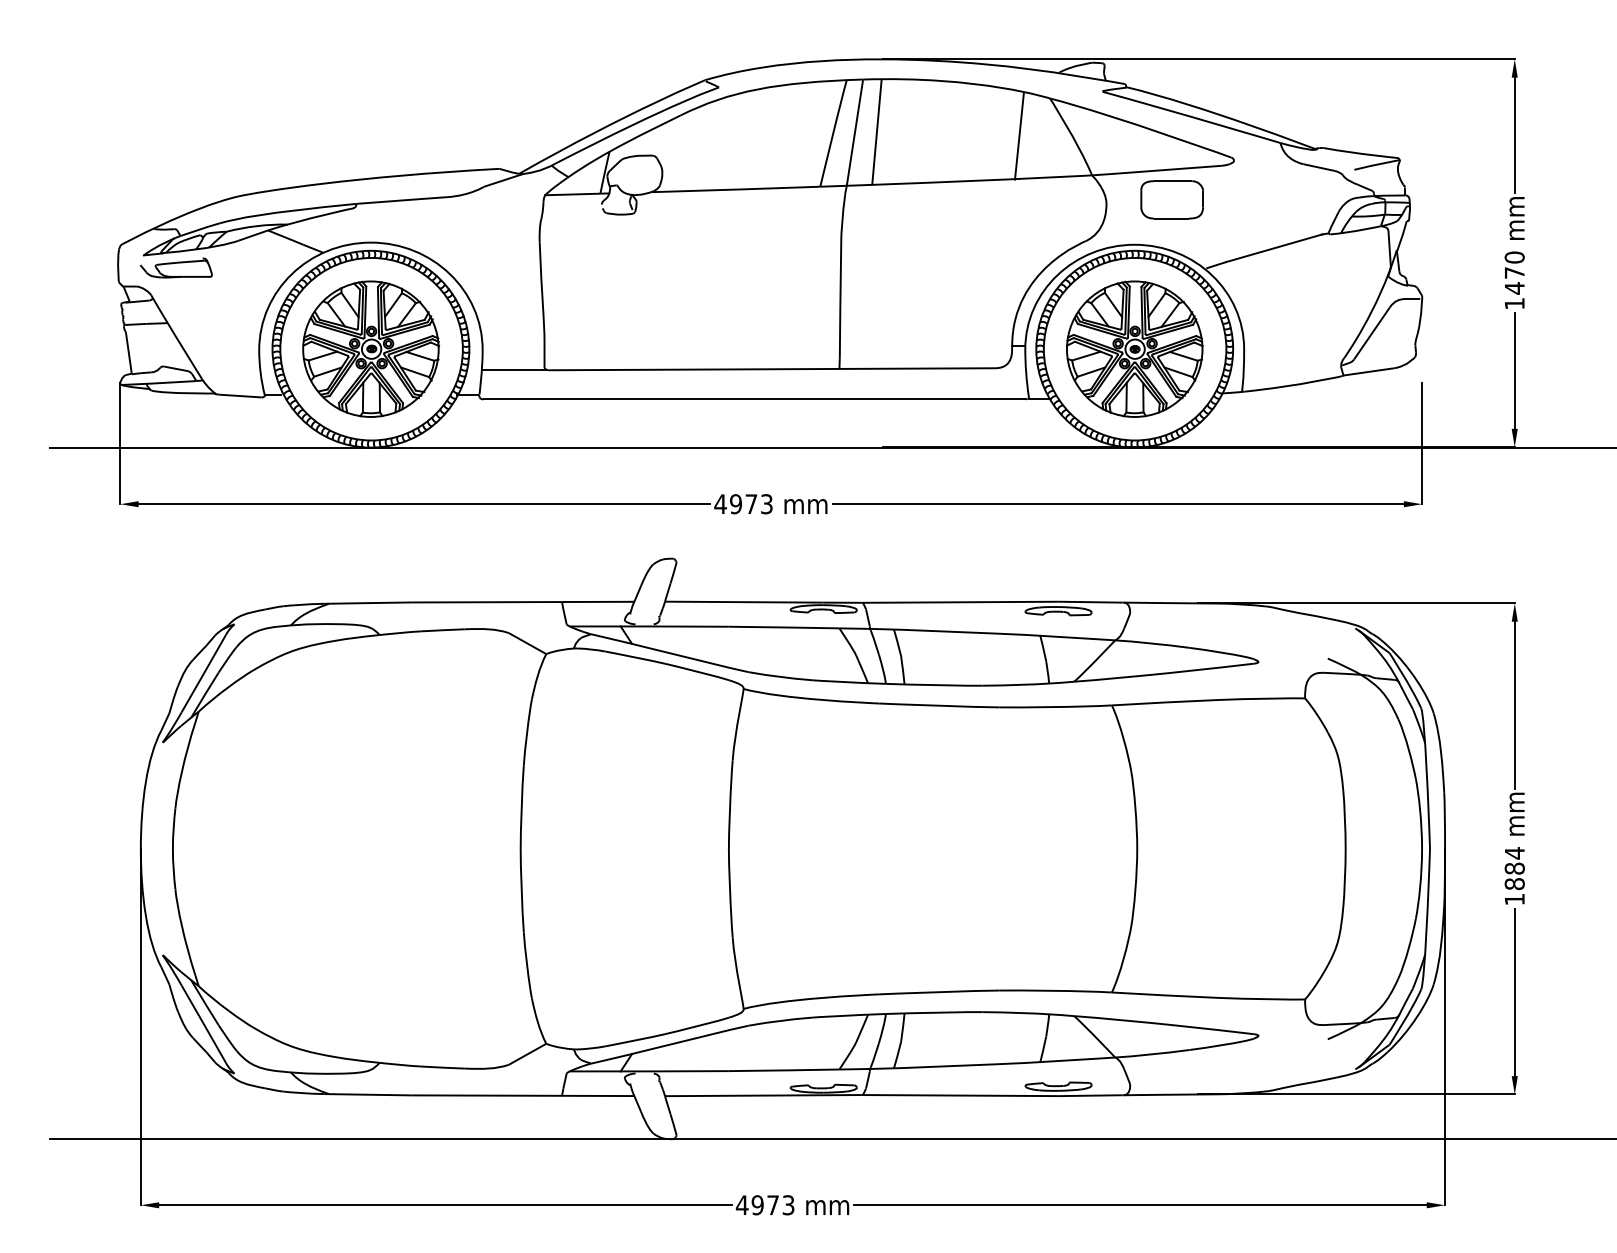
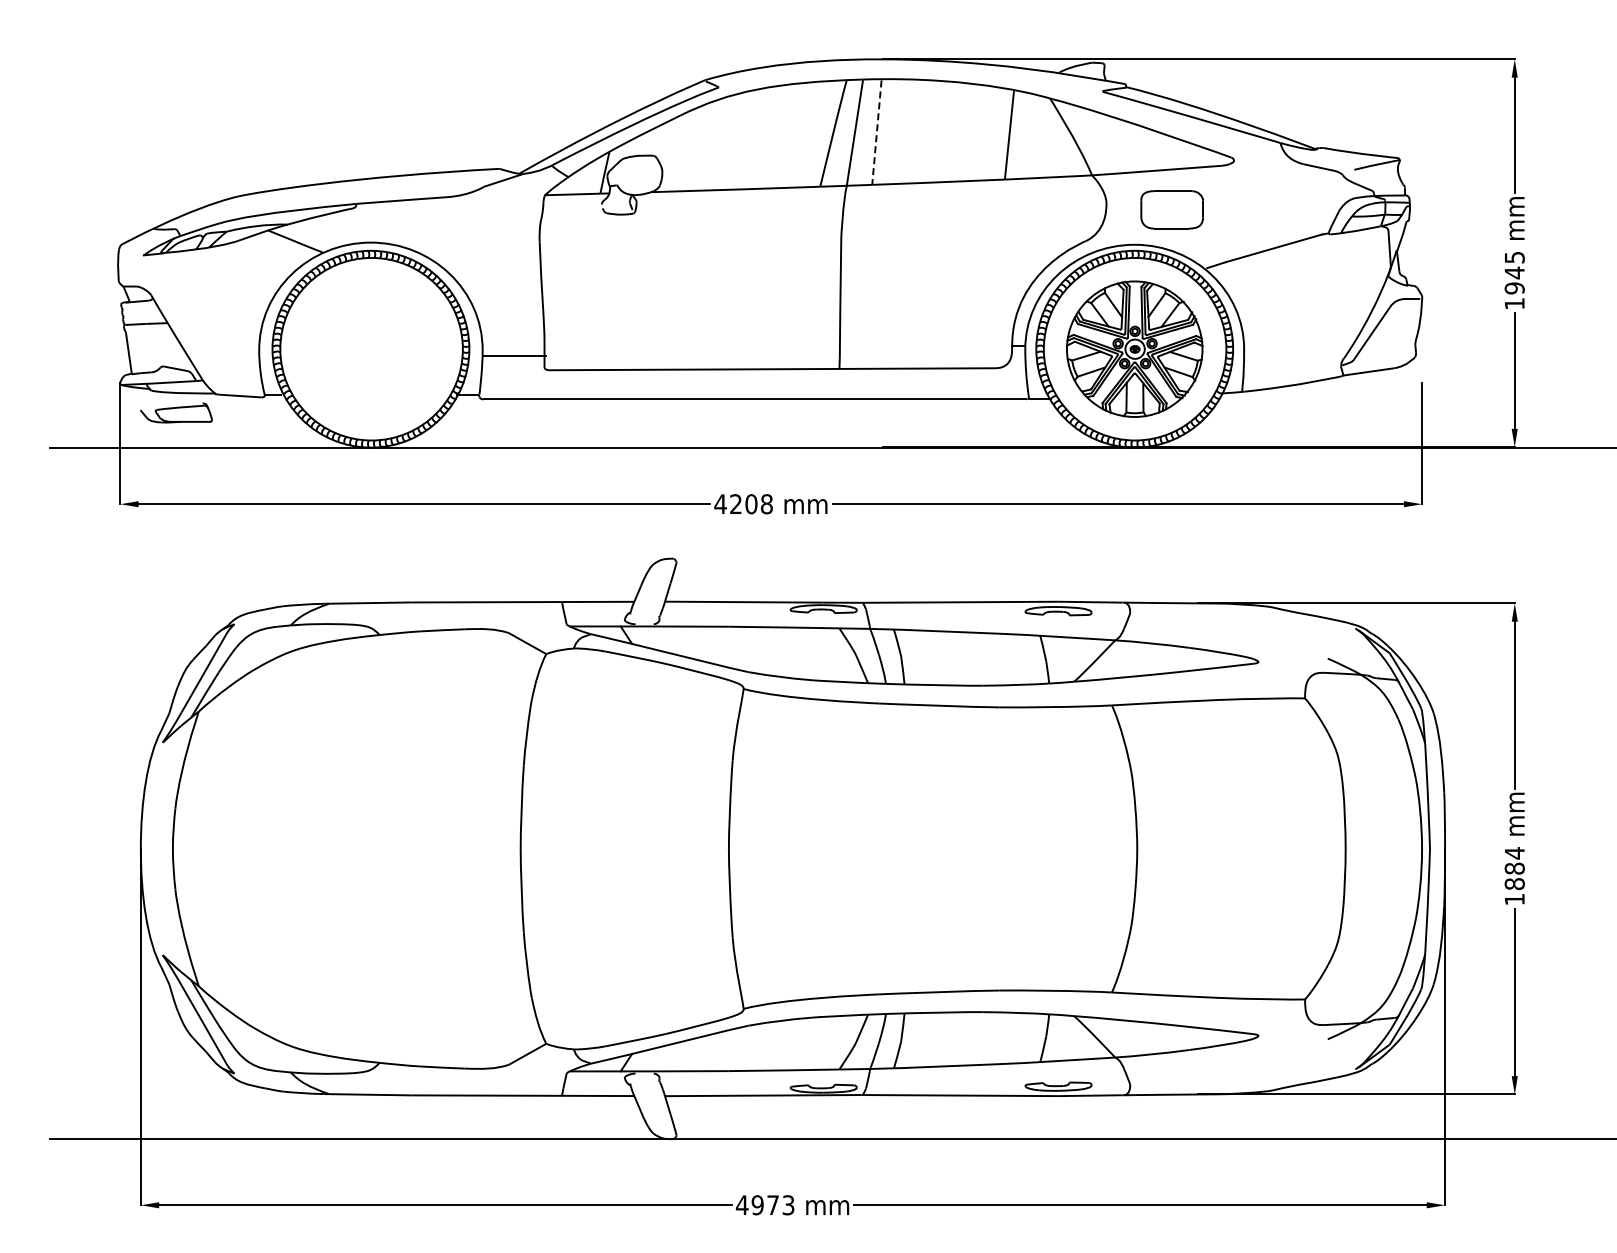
line at (876, 133): solid -> dashed
line at (1019, 136) position: (1019, 136) -> (1009, 135)
part at (1171, 199) position: (1171, 199) -> (1171, 209)
part at (176, 267) position: (176, 267) -> (176, 412)
text at (1514, 272): 1470 -> 1945
part at (371, 348): present -> none
line at (514, 369) position: (514, 369) -> (514, 355)
text at (751, 504): 4973 -> 4208
